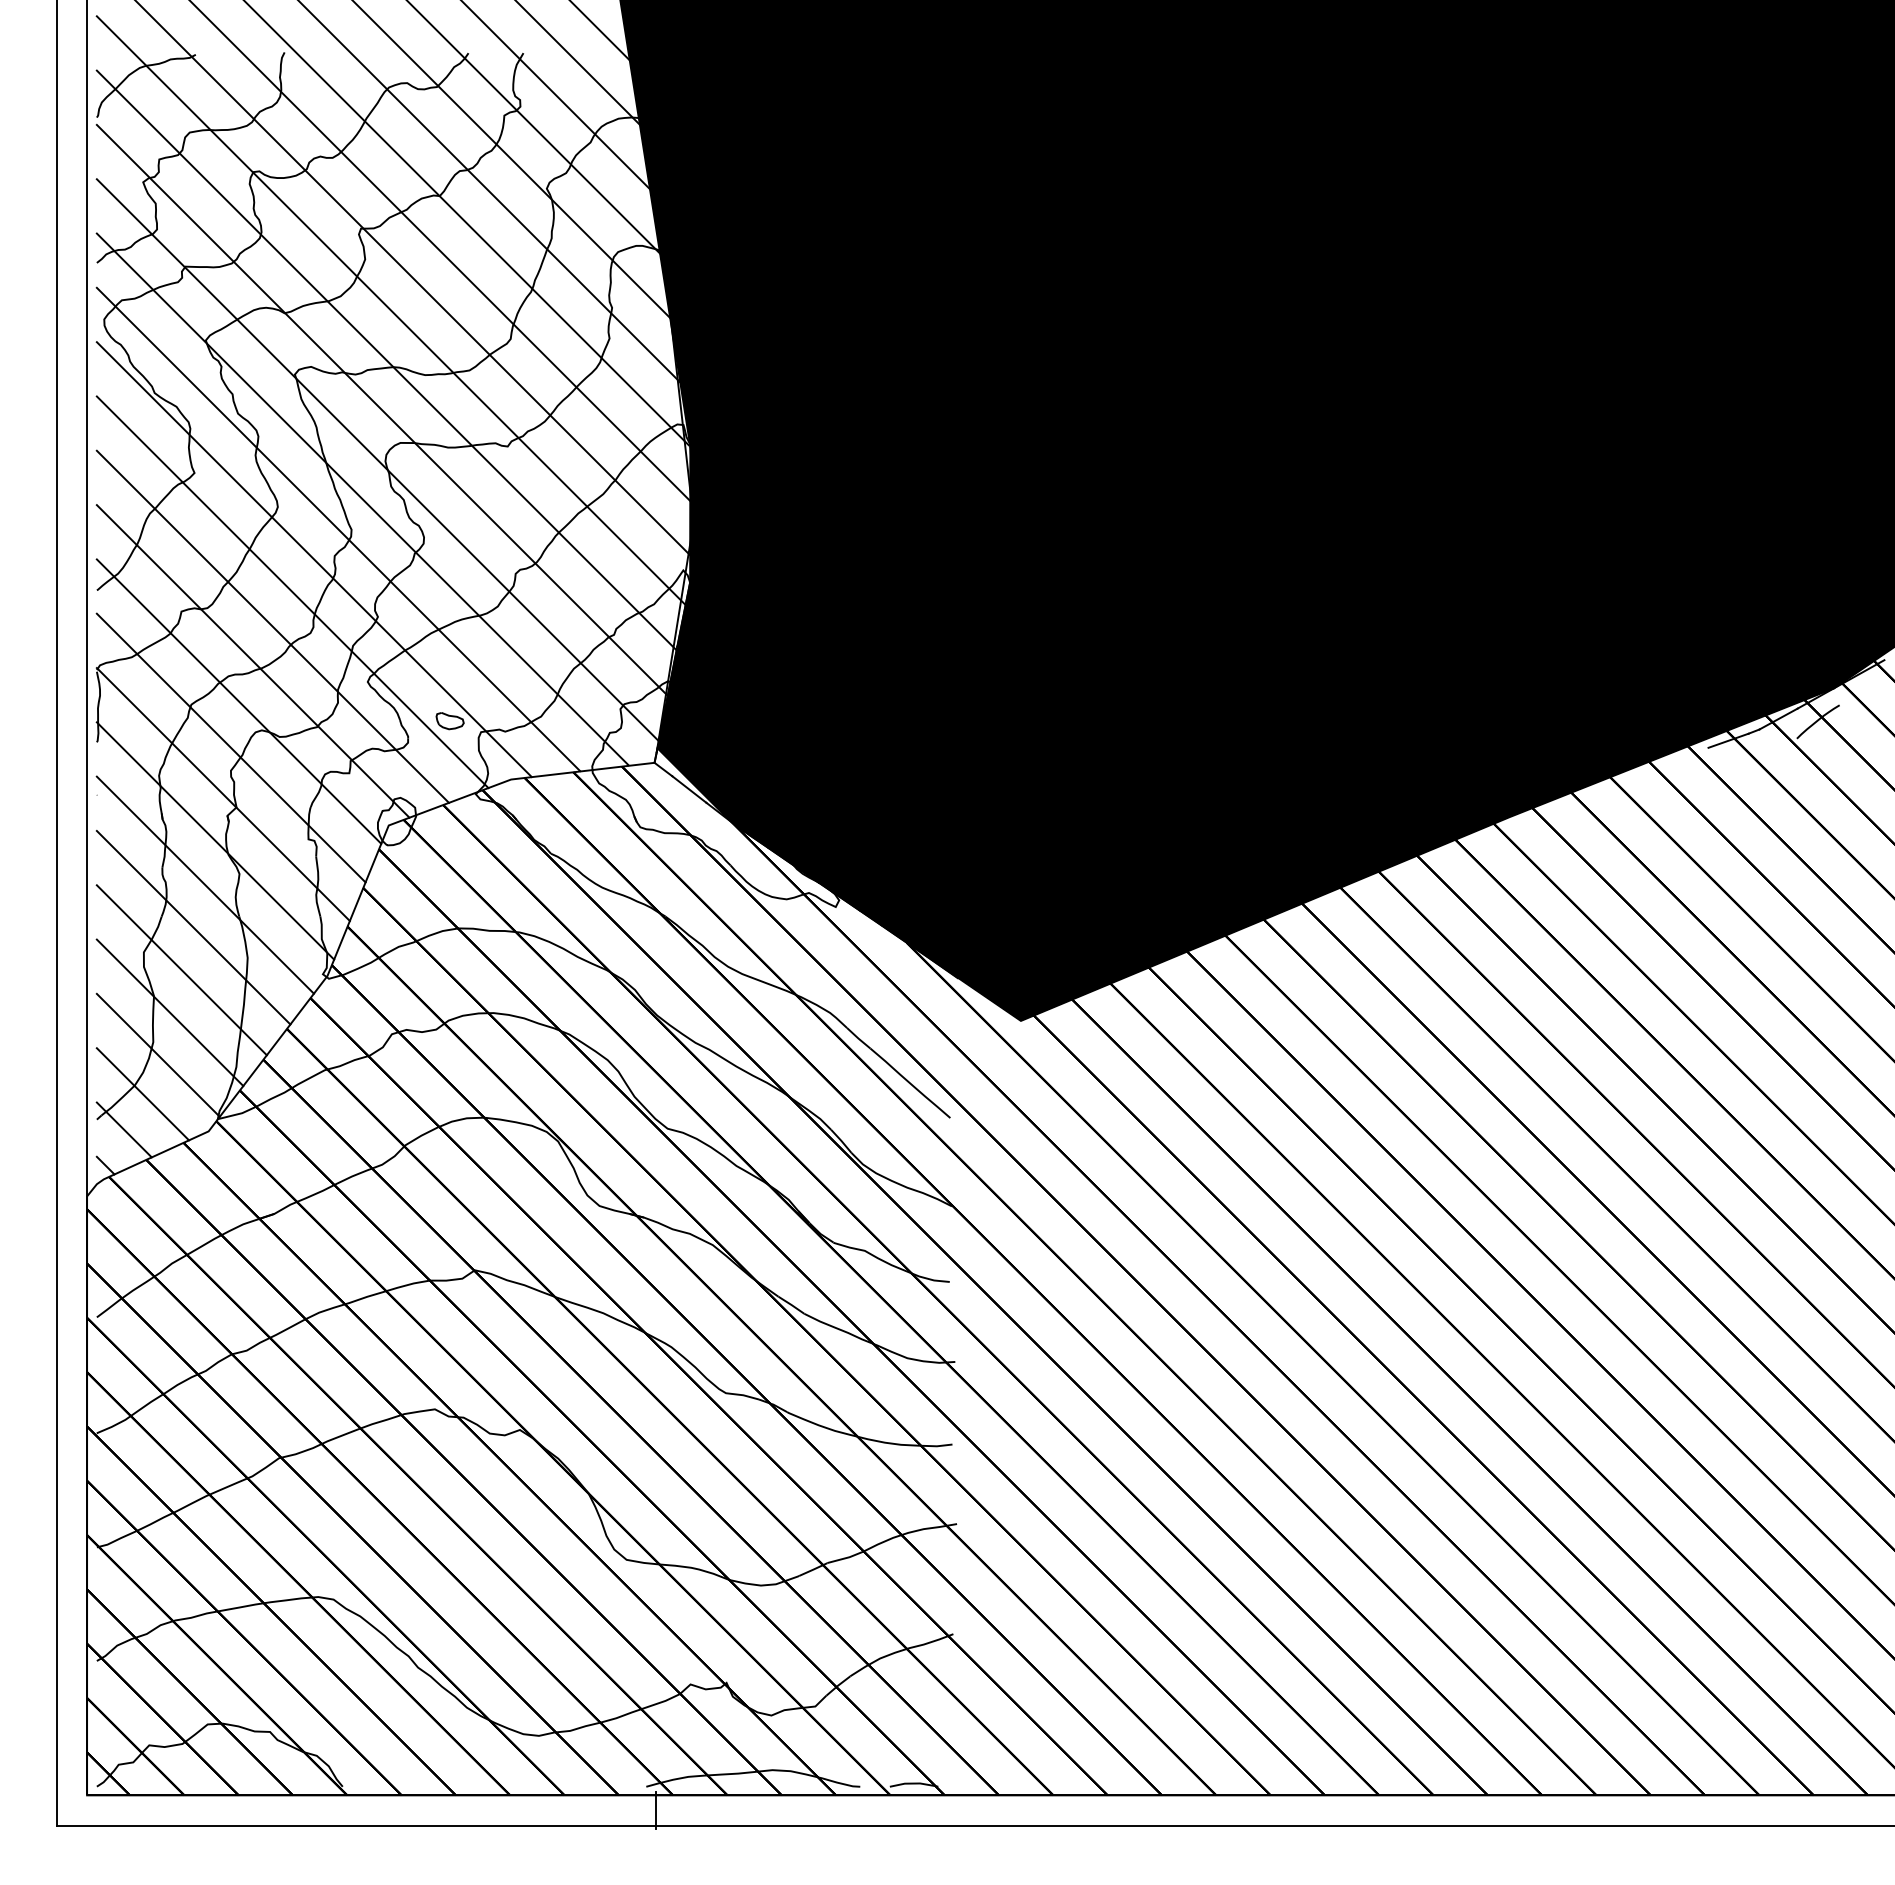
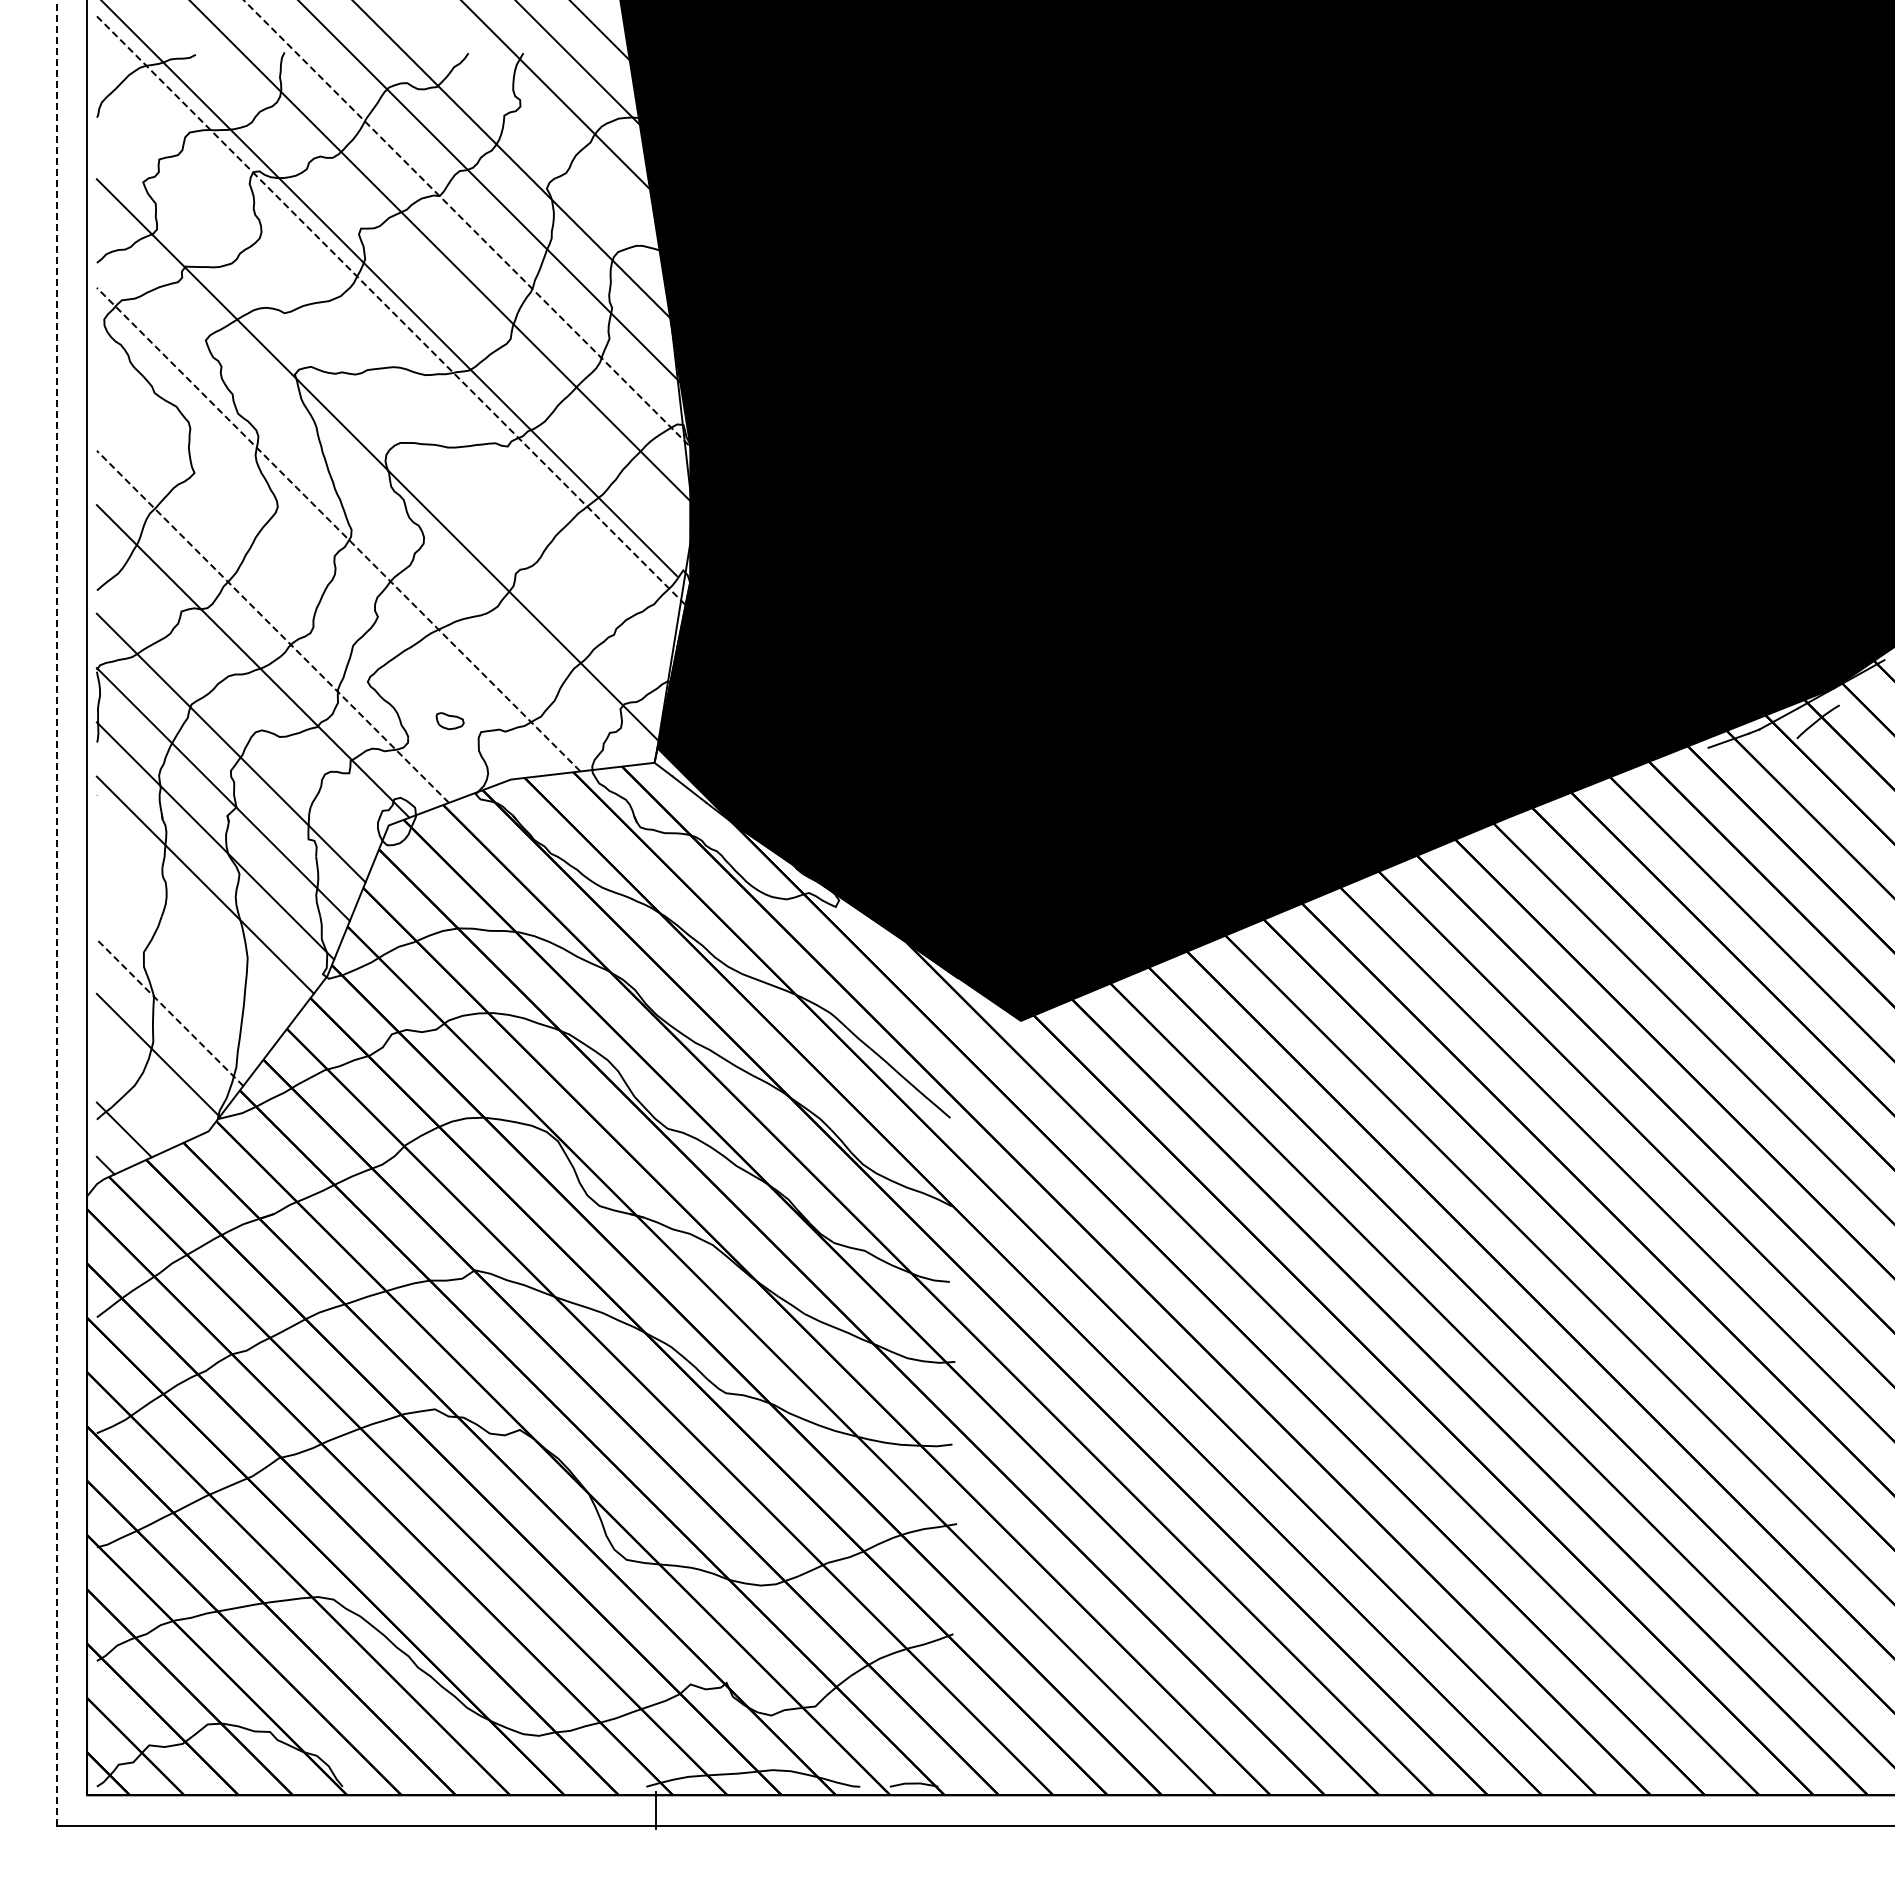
line at (539, 132): present -> none
line at (466, 222): solid -> dashed
line at (415, 280) position: (415, 280) -> (389, 289)
line at (390, 310): solid -> dashed
line at (386, 360): present -> none
line at (381, 409): present -> none
line at (362, 499): present -> none
line at (338, 529): solid -> dashed
line at (313, 559): present -> none
line at (292, 592): present -> none
line at (272, 626): solid -> dashed
line at (238, 701): present -> none
line at (56, 912): solid -> dashed
line at (193, 927): present -> none
line at (181, 970): present -> none
line at (170, 1012): solid -> dashed
line at (142, 1094): present -> none
